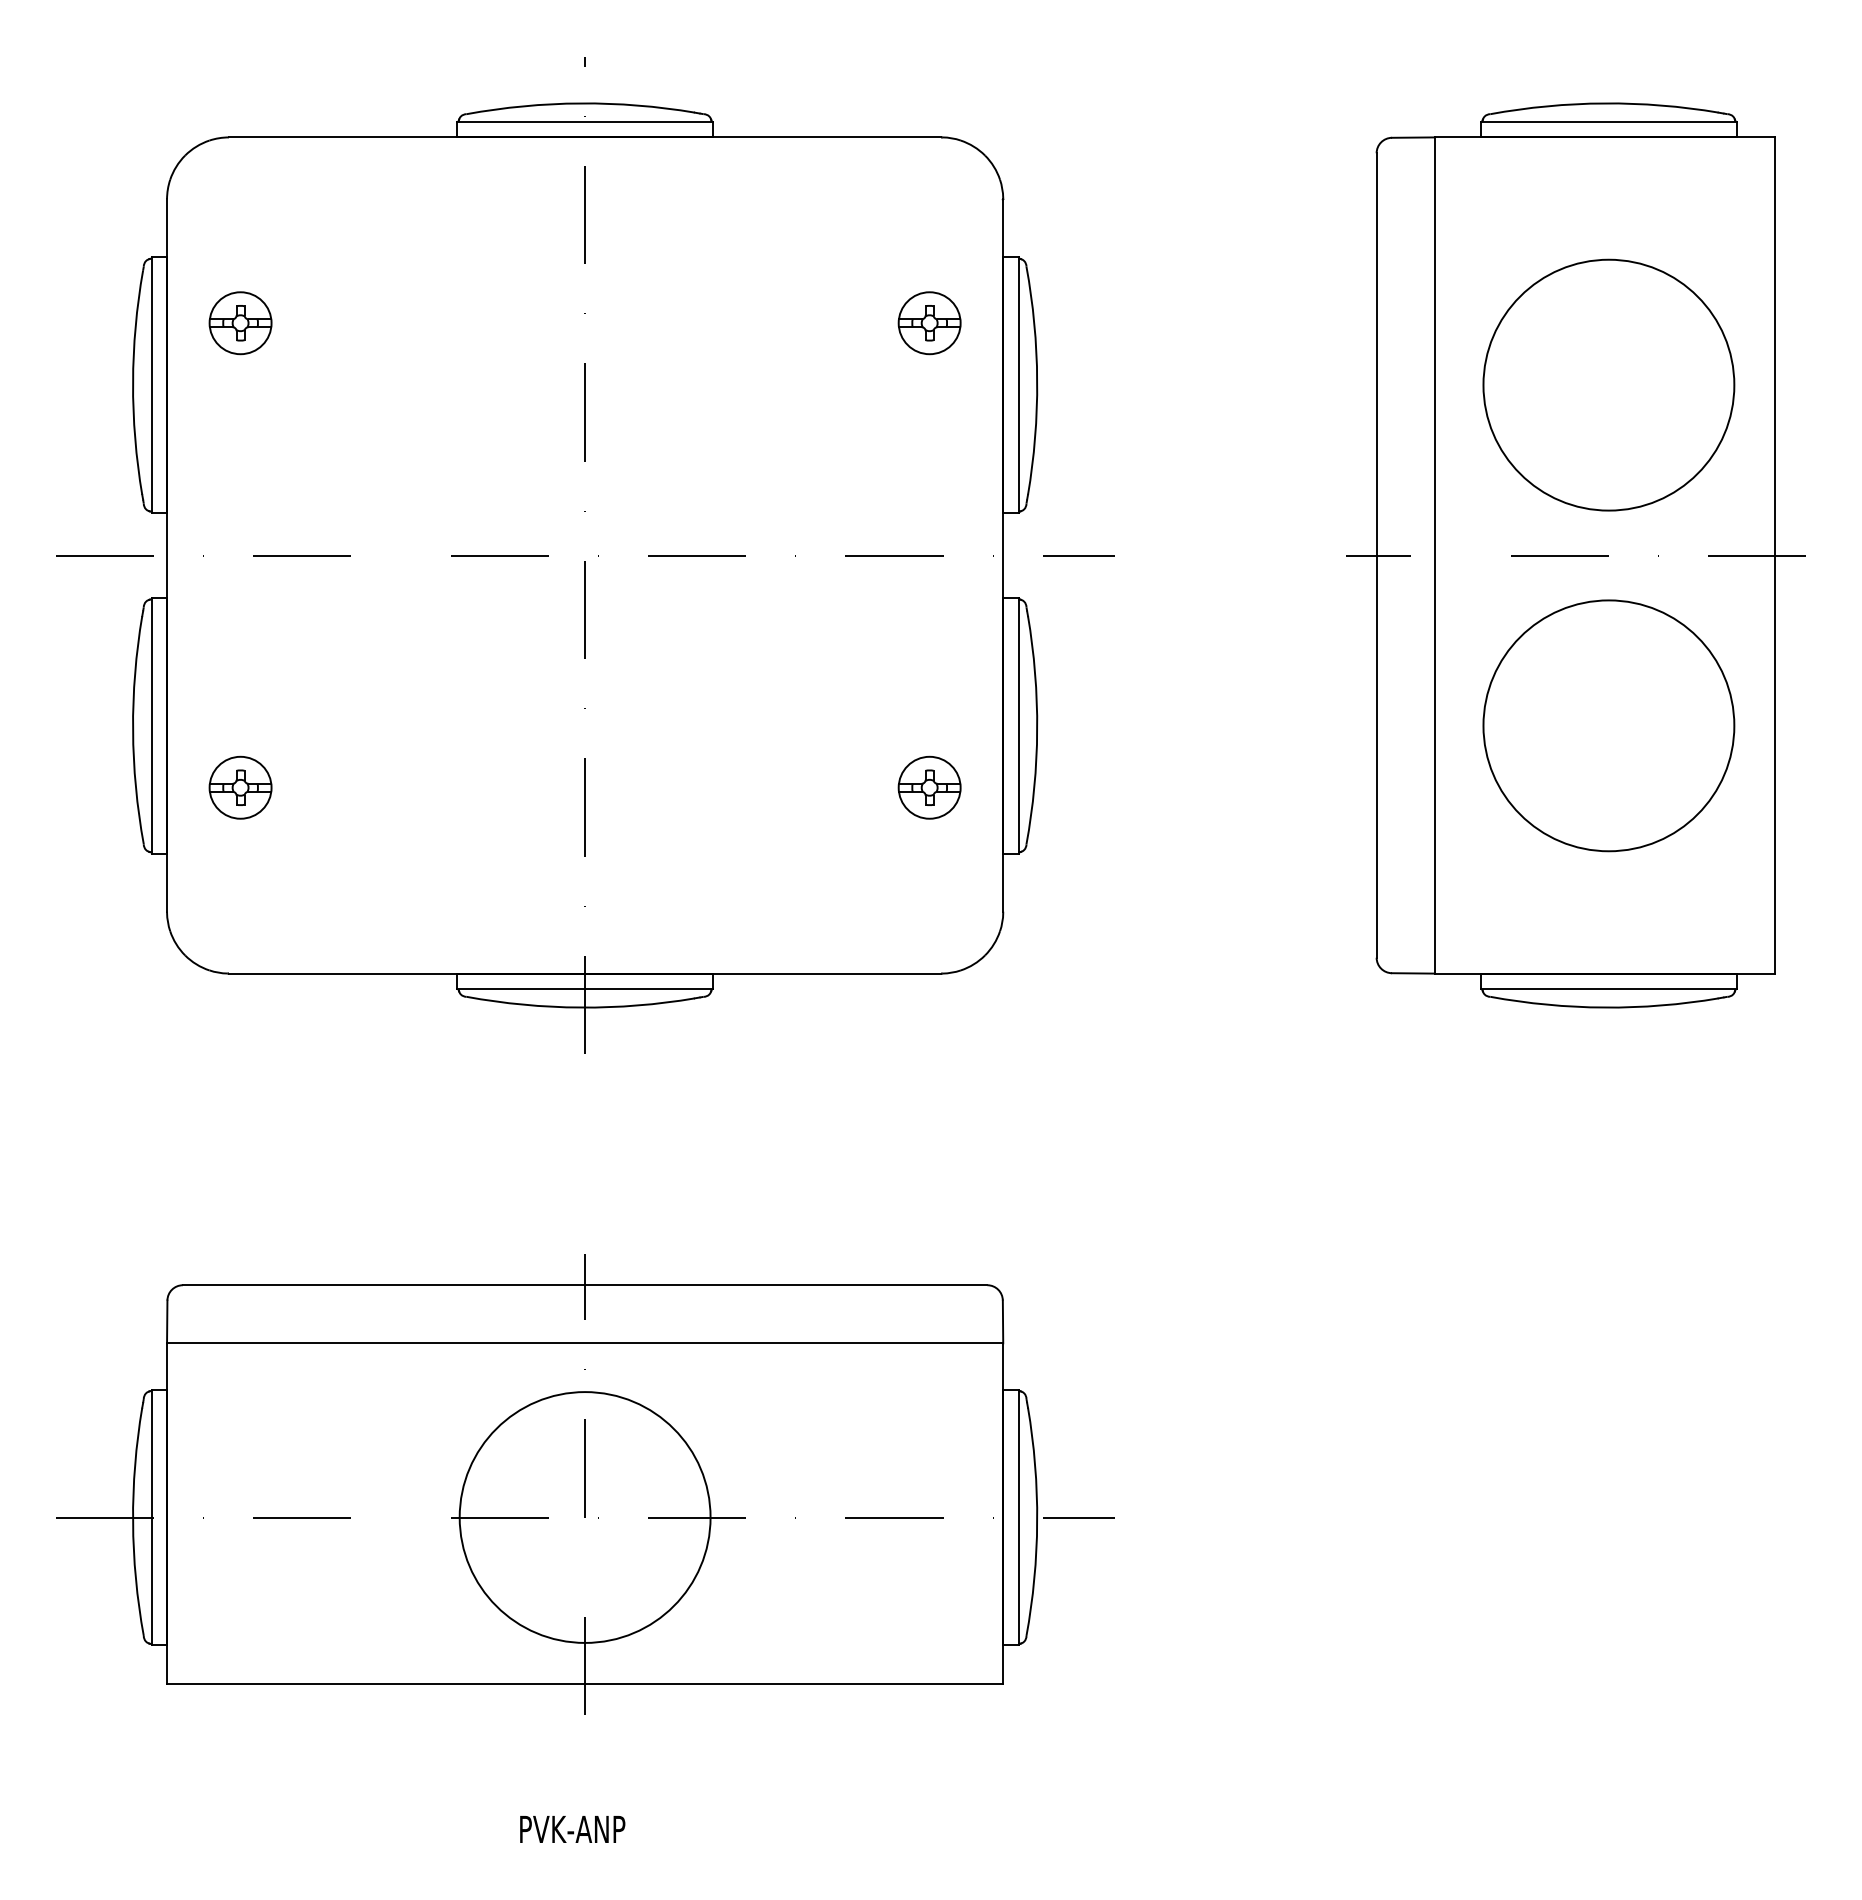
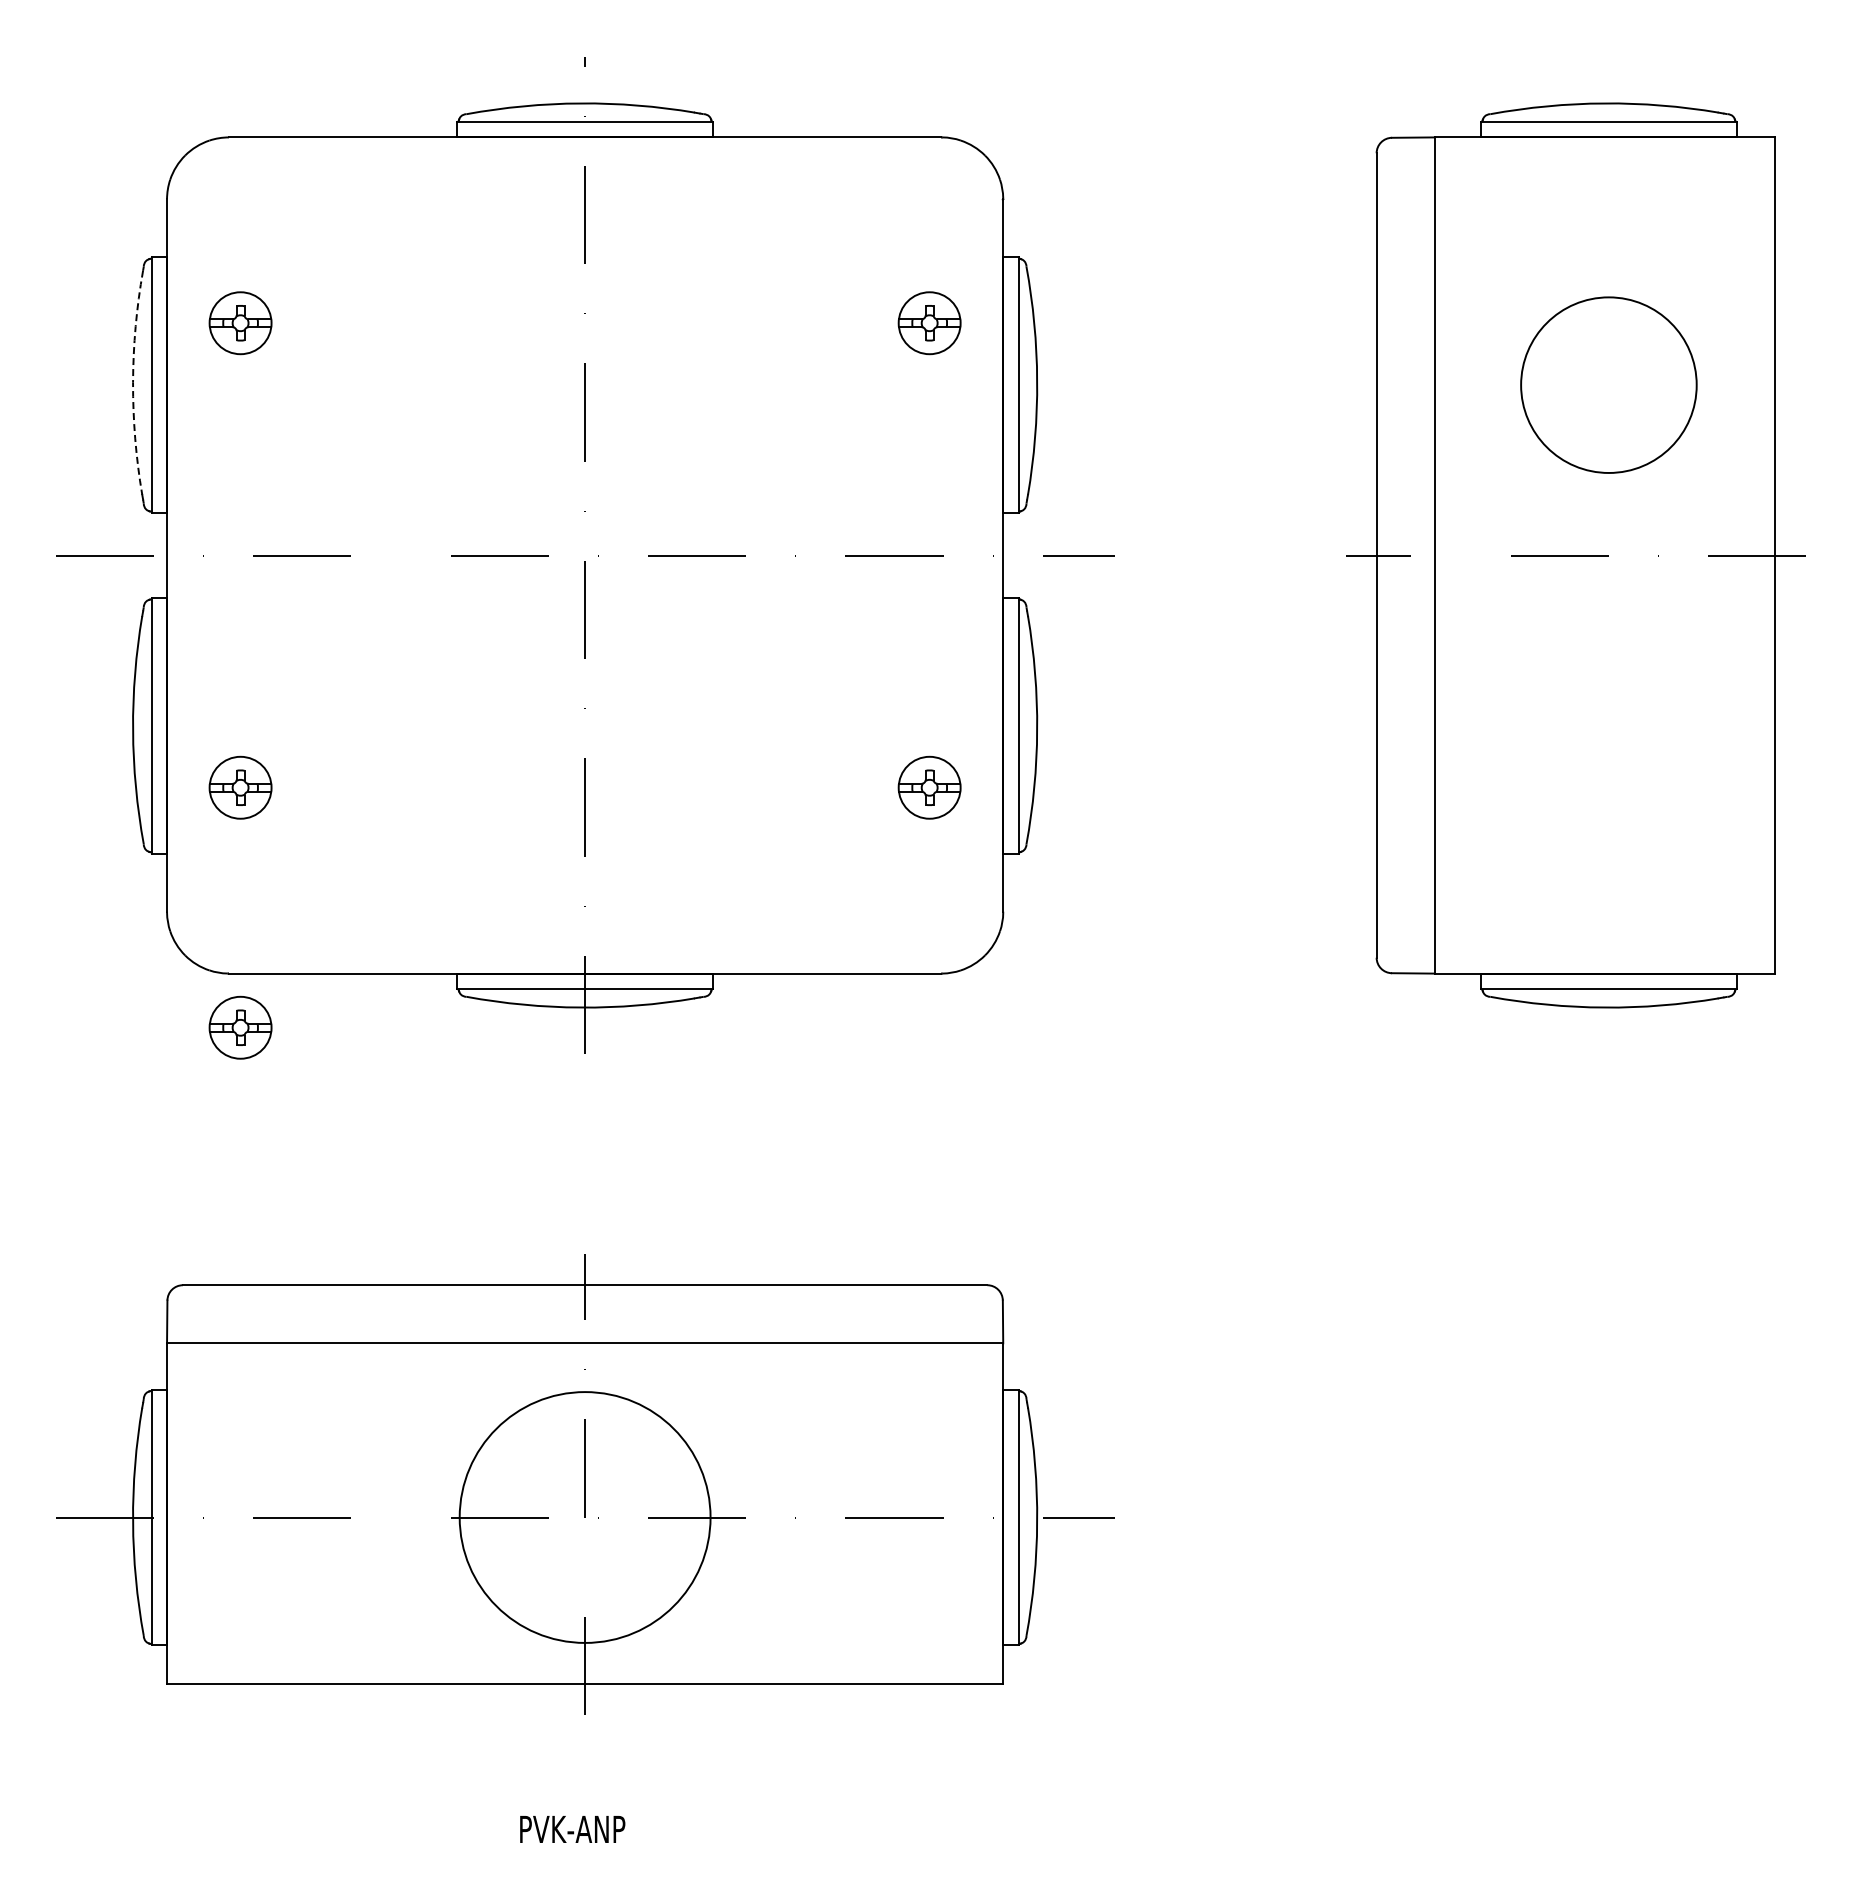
arc at (133, 382): solid -> dashed
circle at (1608, 384) diameter: 251 px -> 176 px
circle at (1608, 725): present -> none
part at (240, 1027): none -> present
